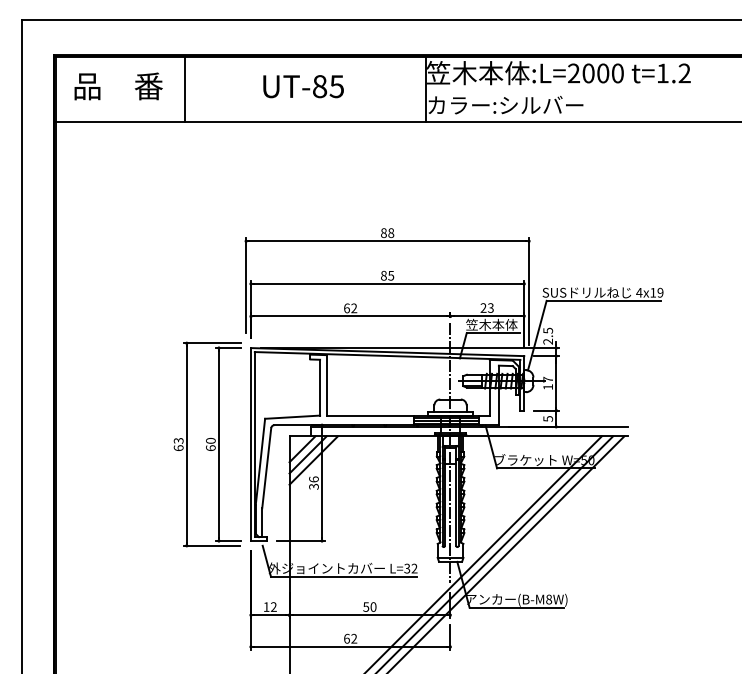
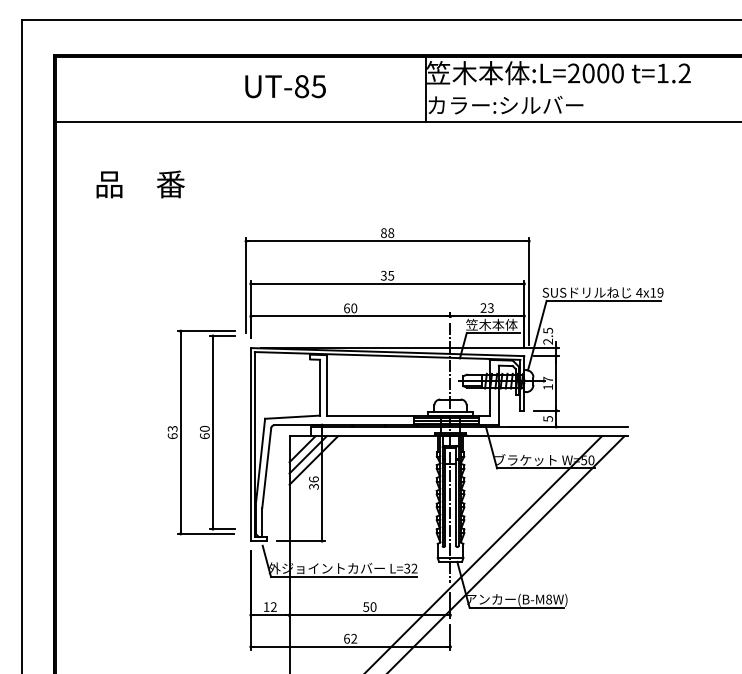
text at (118, 86) position: (118, 86) -> (140, 184)
text at (303, 86) position: (303, 86) -> (285, 86)
line at (184, 89): present -> none
text at (383, 275): 85 -> 35
text at (354, 308): 62 -> 60
part at (207, 444) position: (207, 444) -> (201, 432)
line at (496, 553): present -> none
